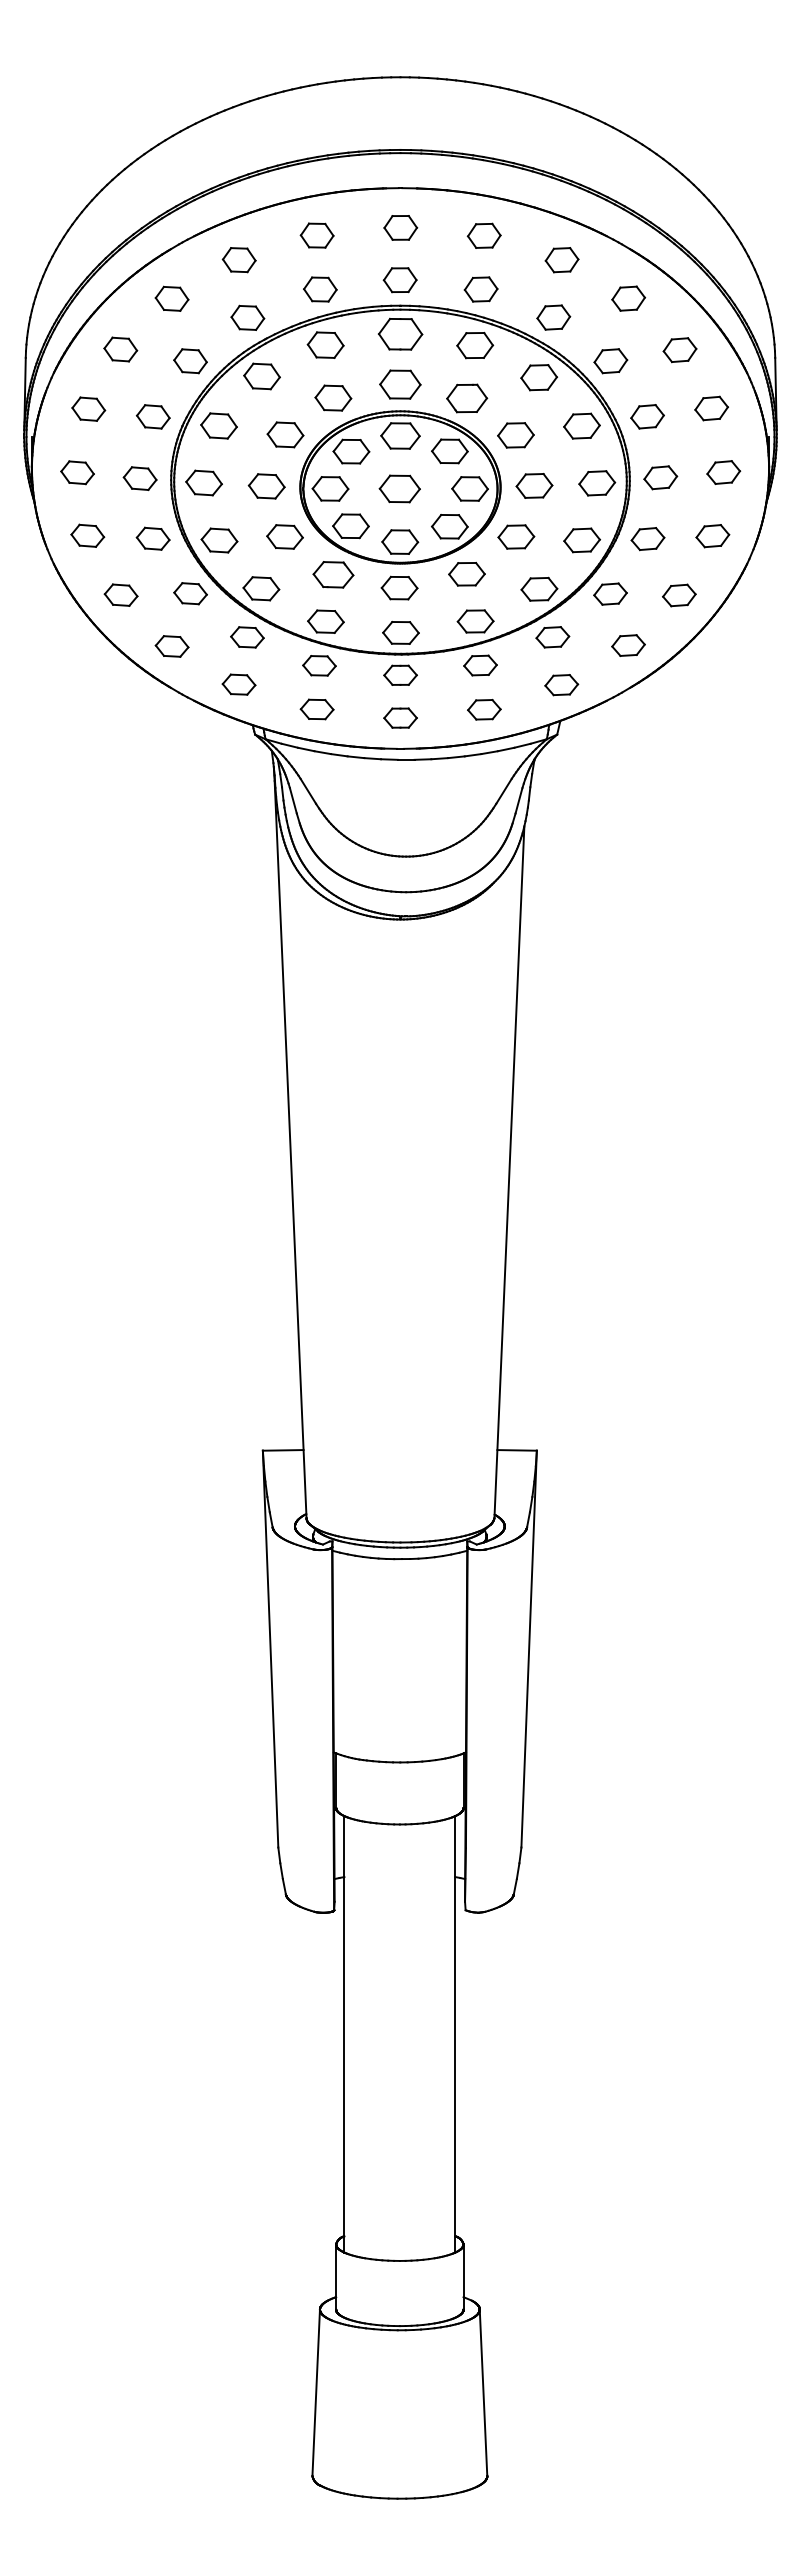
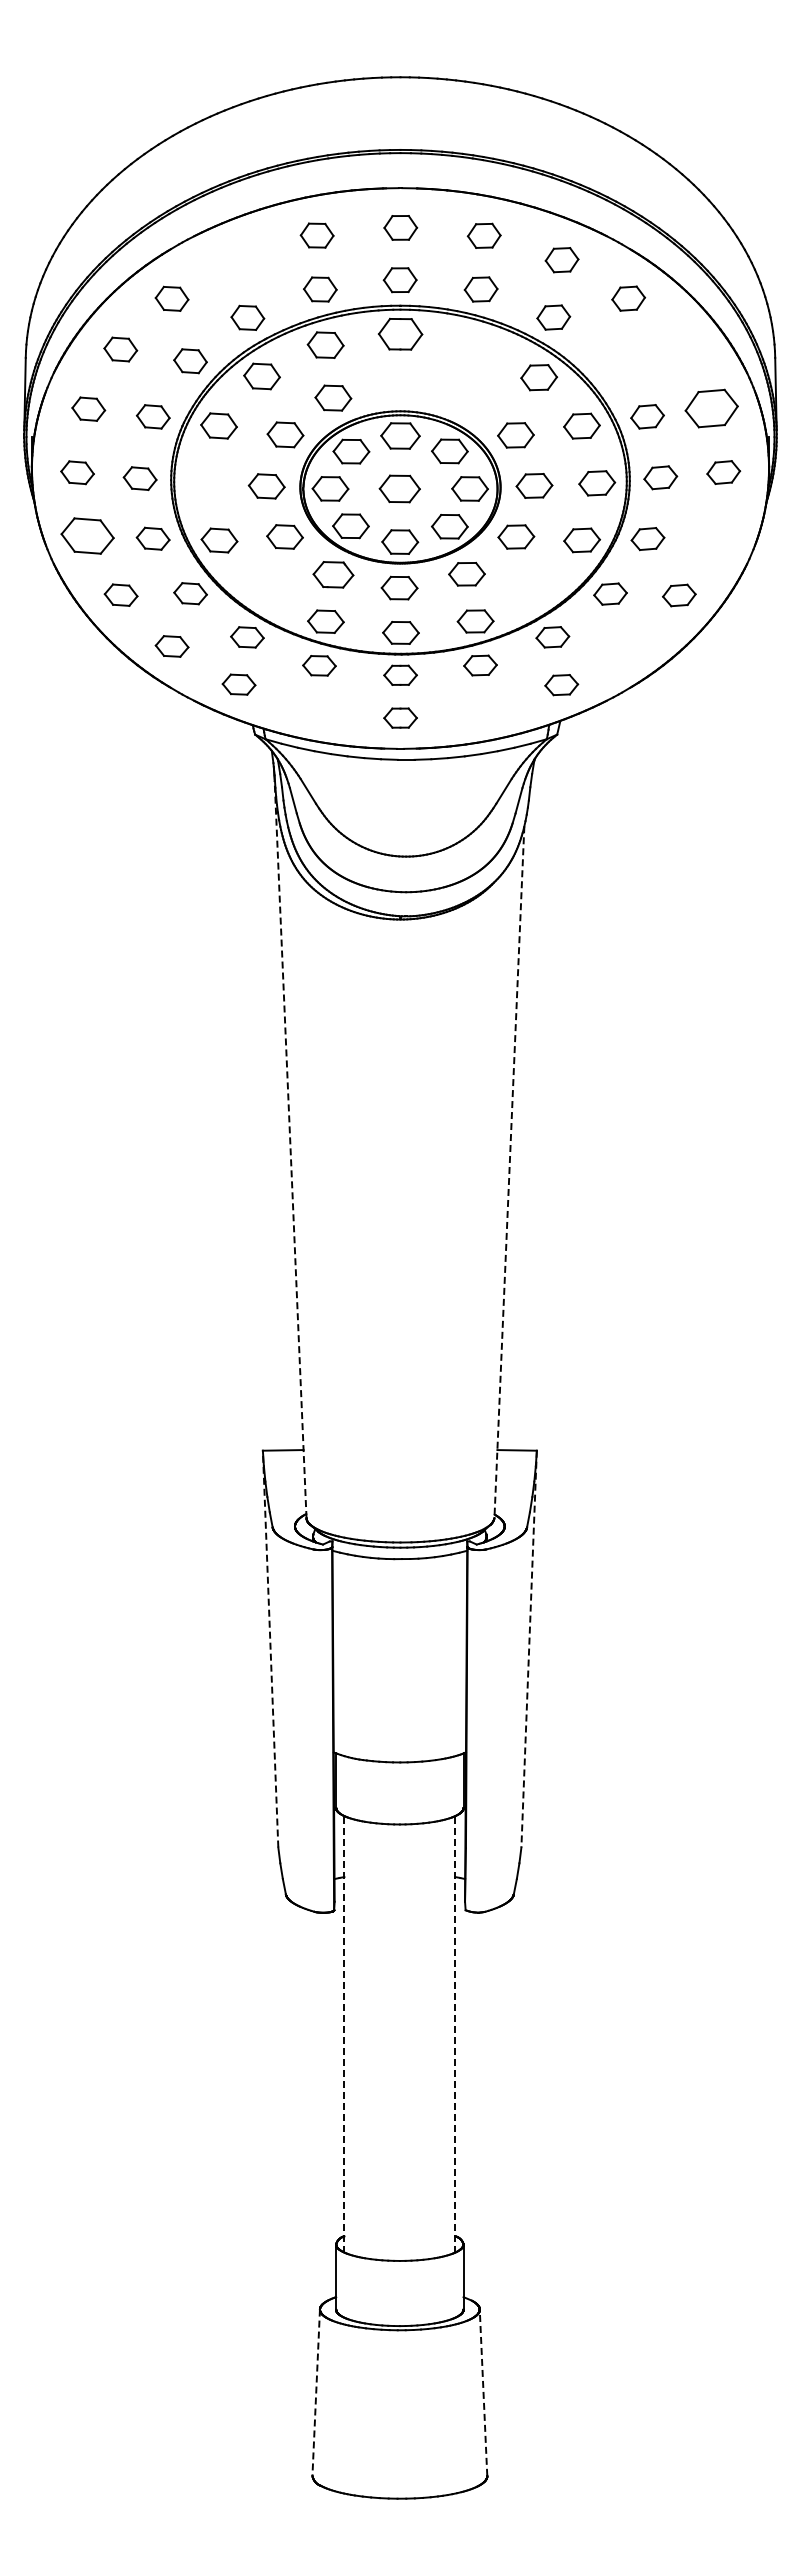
part at (238, 260): present -> none
part at (475, 345): present -> none
part at (679, 350): present -> none
part at (610, 361): present -> none
part at (400, 384): present -> none
part at (467, 398): present -> none
part at (711, 408) size: 35x27 px -> 55x41 px
part at (203, 482): present -> none
part at (87, 535) size: 36x25 px -> 55x38 px
part at (712, 536): present -> none
part at (261, 588): present -> none
part at (539, 588): present -> none
part at (628, 645): present -> none
part at (316, 709): present -> none
part at (484, 709): present -> none
line at (290, 1149): solid -> dashed
line at (509, 1172): solid -> dashed
line at (270, 1649): solid -> dashed
line at (529, 1649): solid -> dashed
line at (344, 2033): solid -> dashed
line at (455, 2033): solid -> dashed
line at (483, 2392): solid -> dashed
line at (316, 2393): solid -> dashed
